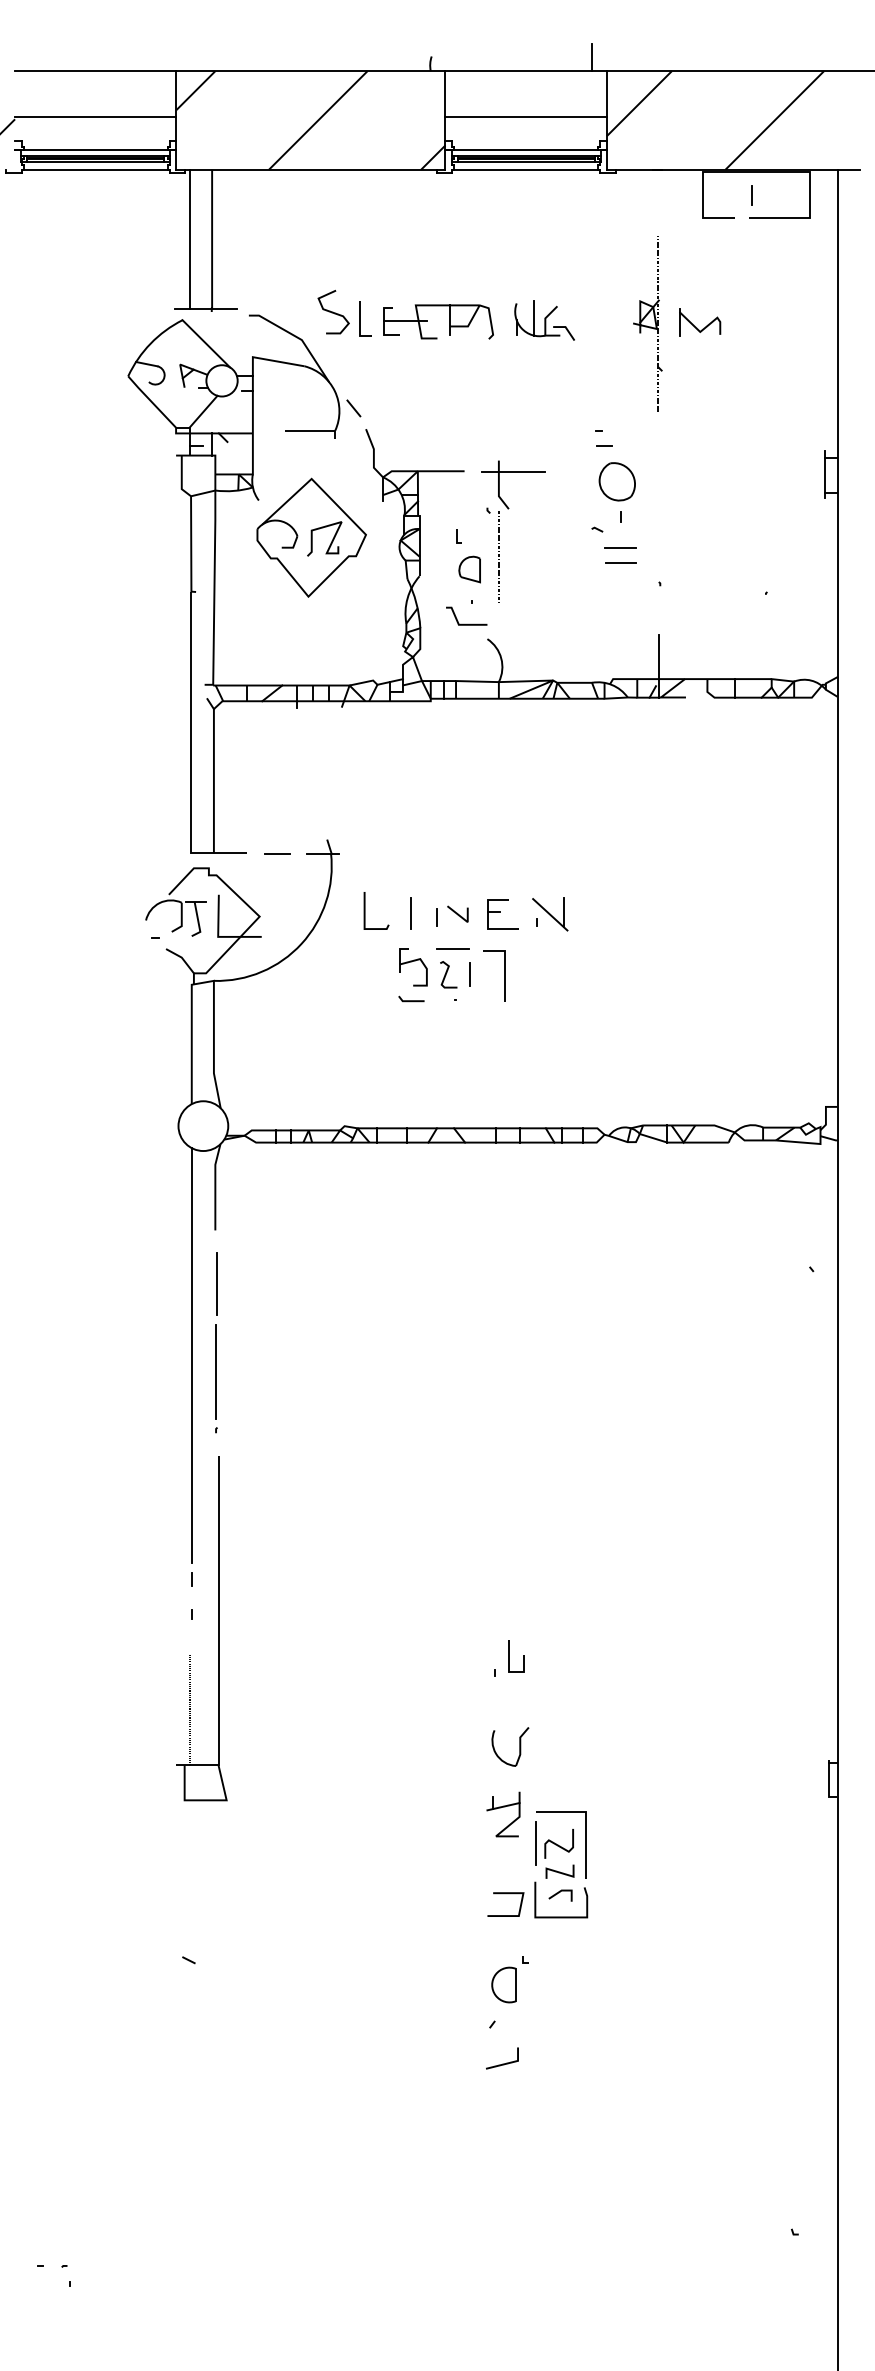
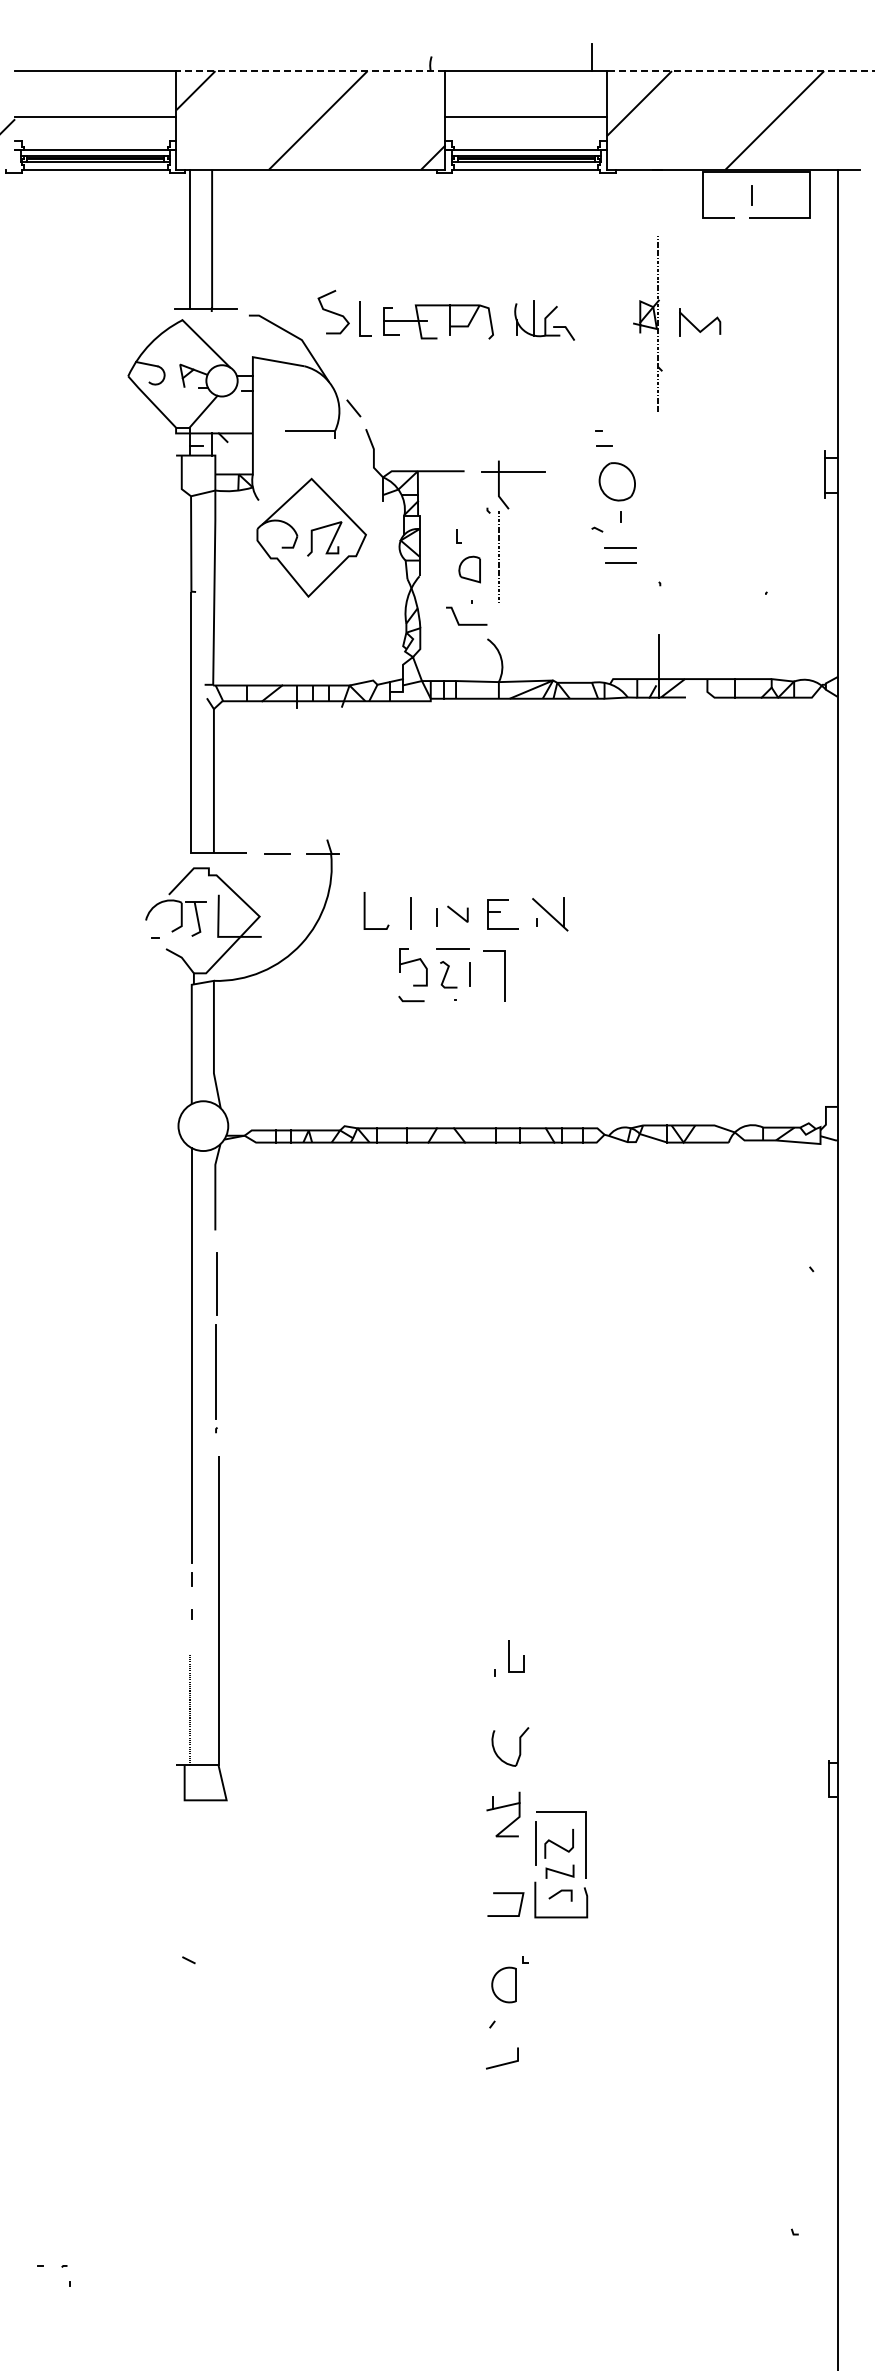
line at (310, 71): solid -> dashed
line at (740, 71): solid -> dashed
